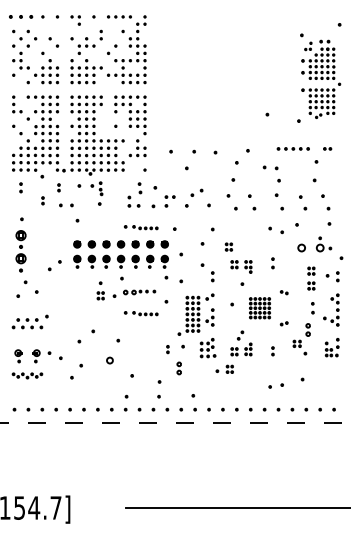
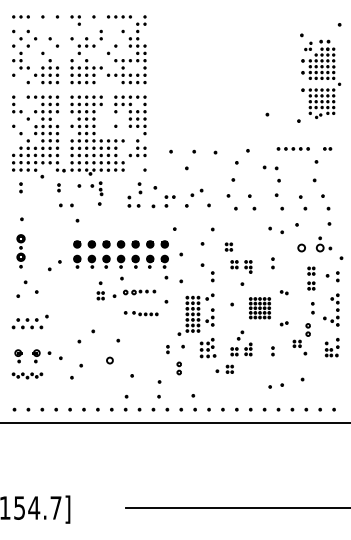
part at (21, 16) size: 25x4 px -> 18x4 px
part at (42, 200): present -> none
part at (140, 227): present -> none
part at (20, 251) size: 12x43 px -> 10x35 px
line at (175, 422): dashed -> solid
